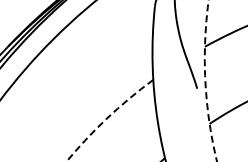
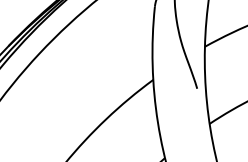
arc at (205, 82): dashed -> solid
arc at (107, 118): dashed -> solid
